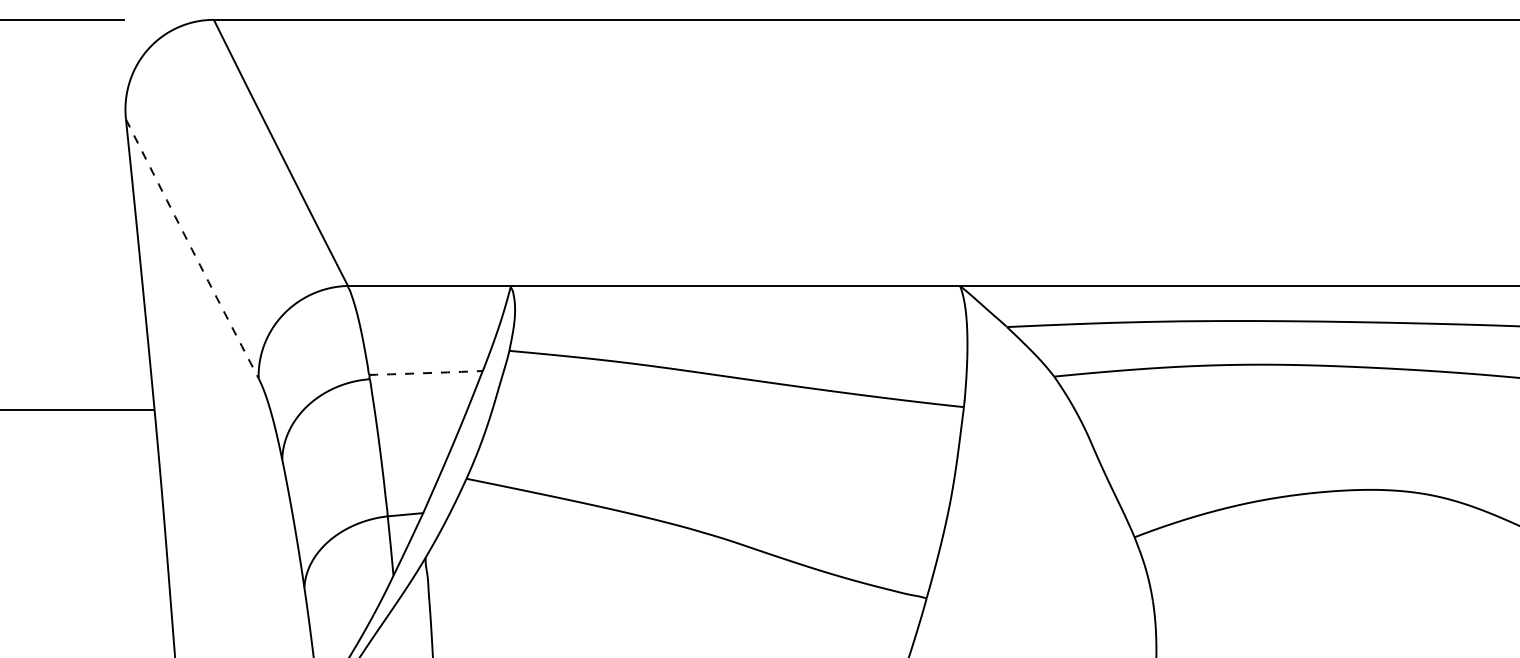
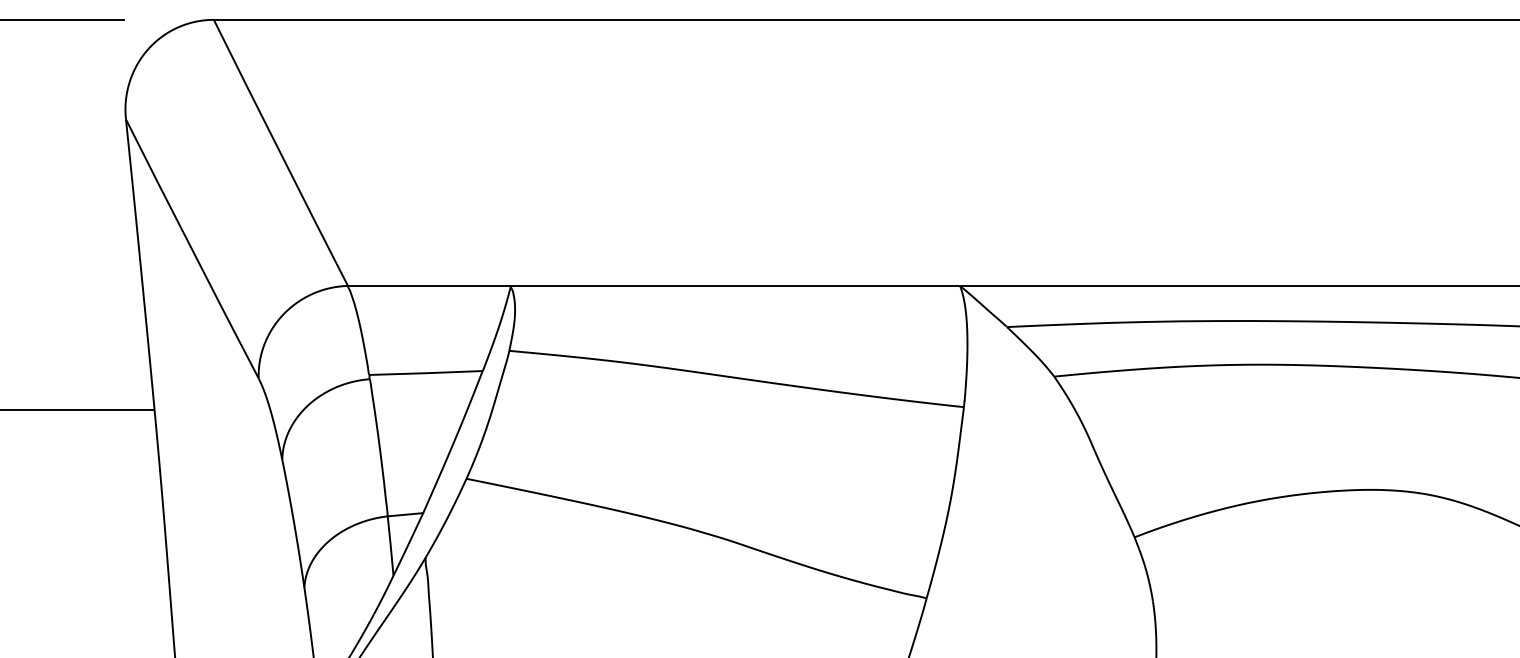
arc at (191, 249): dashed -> solid
arc at (425, 373): dashed -> solid
